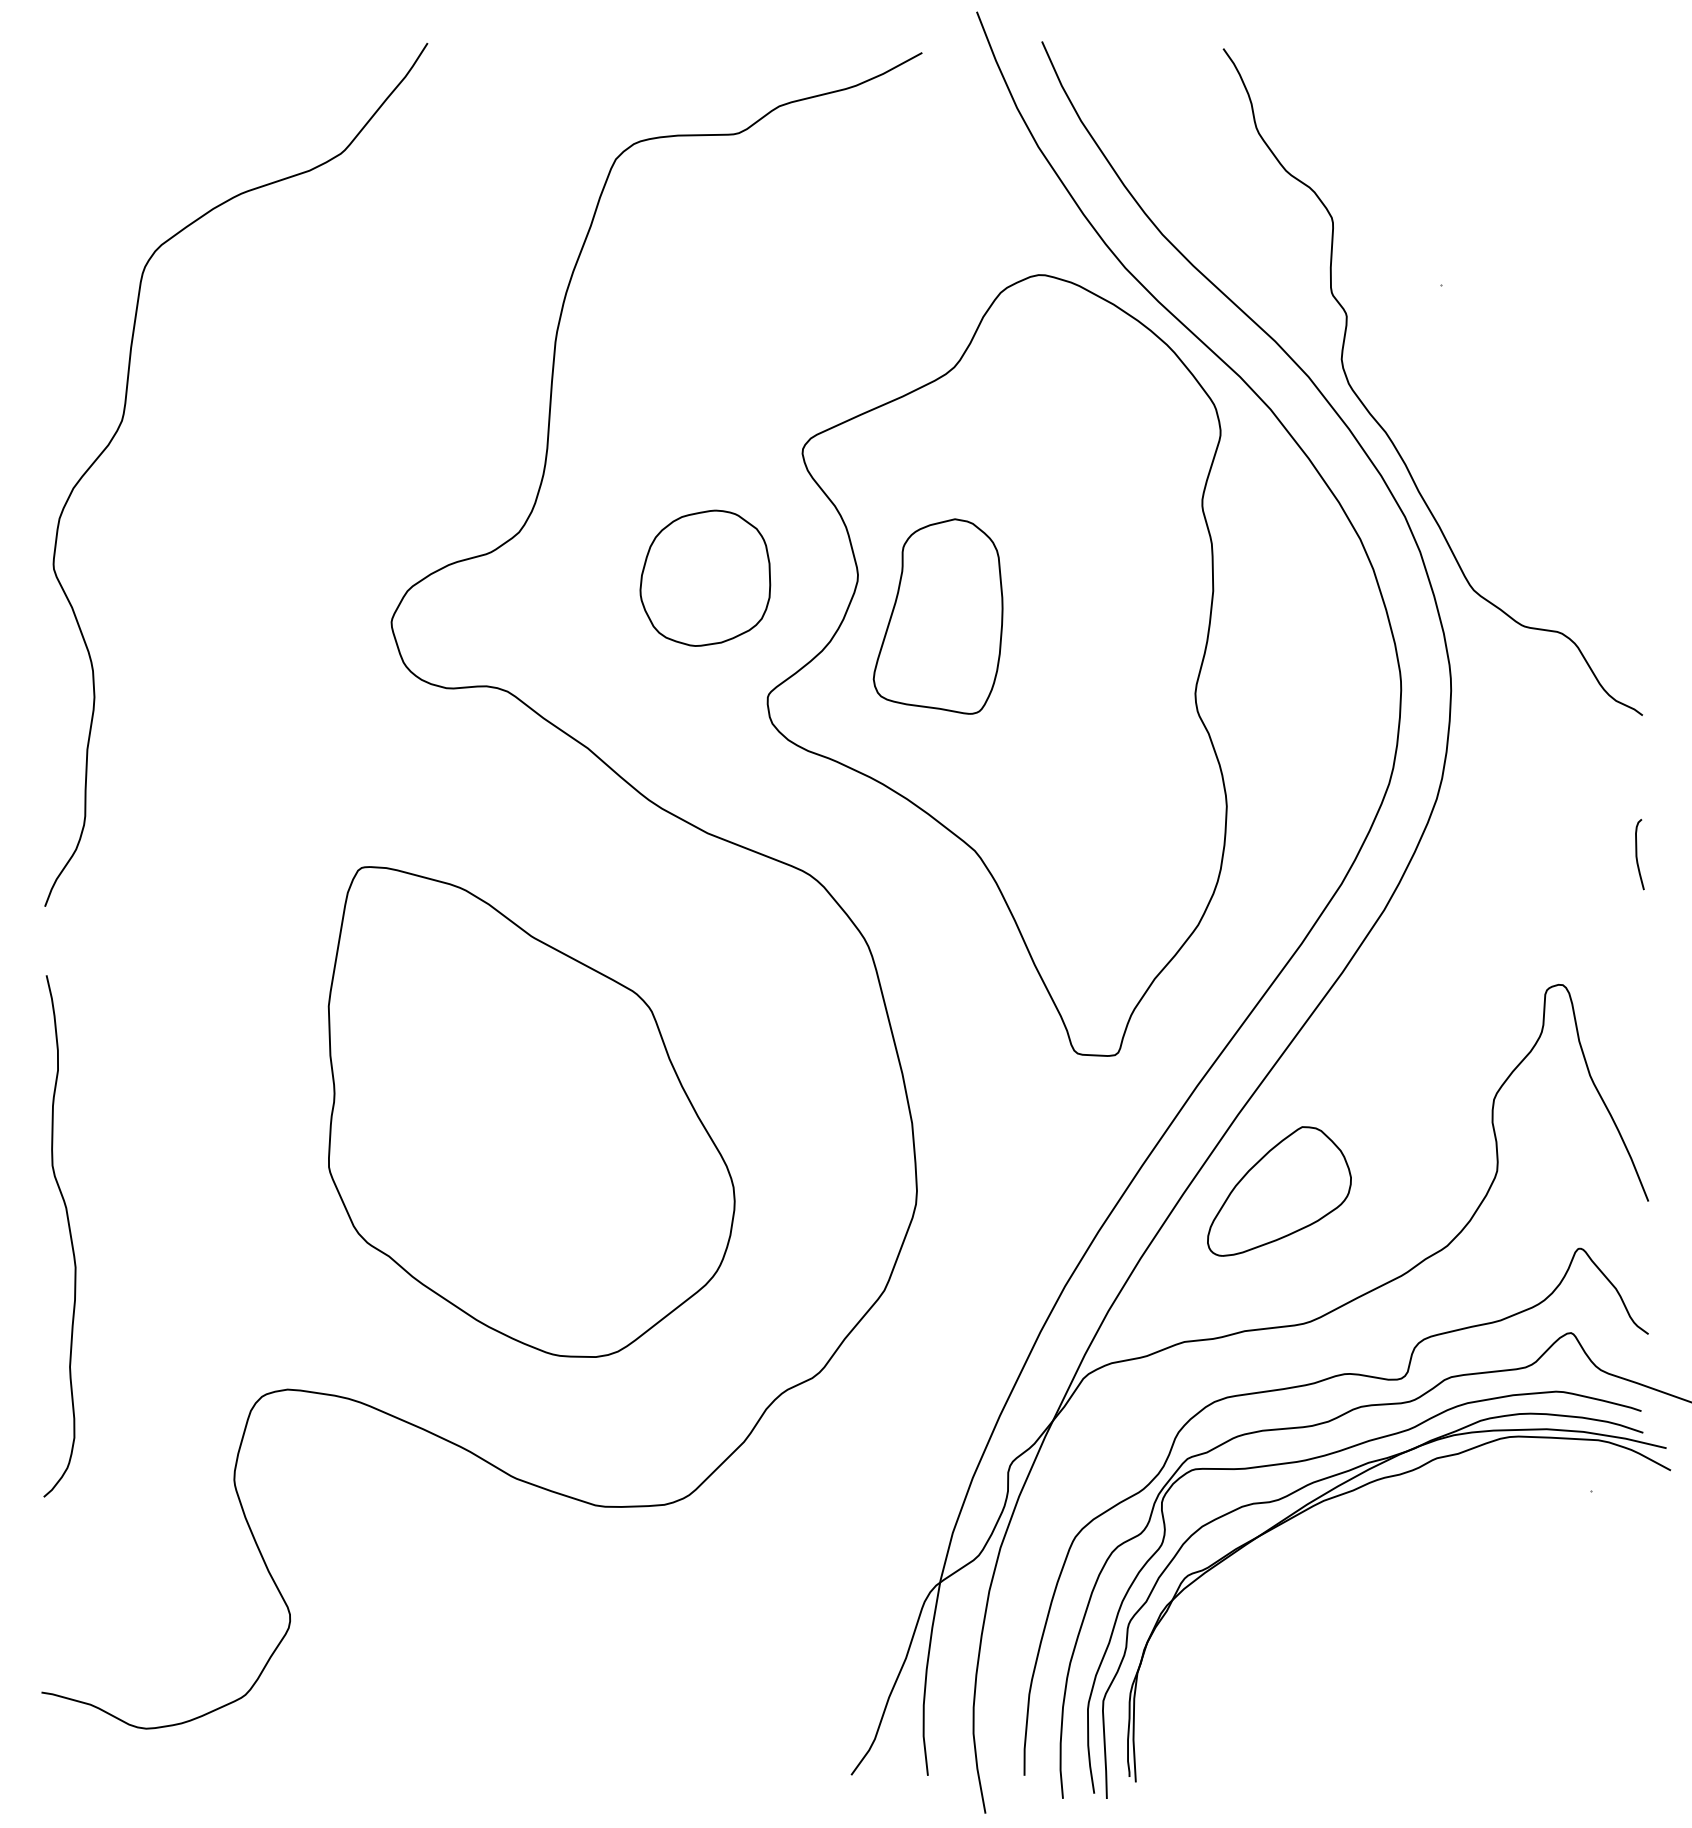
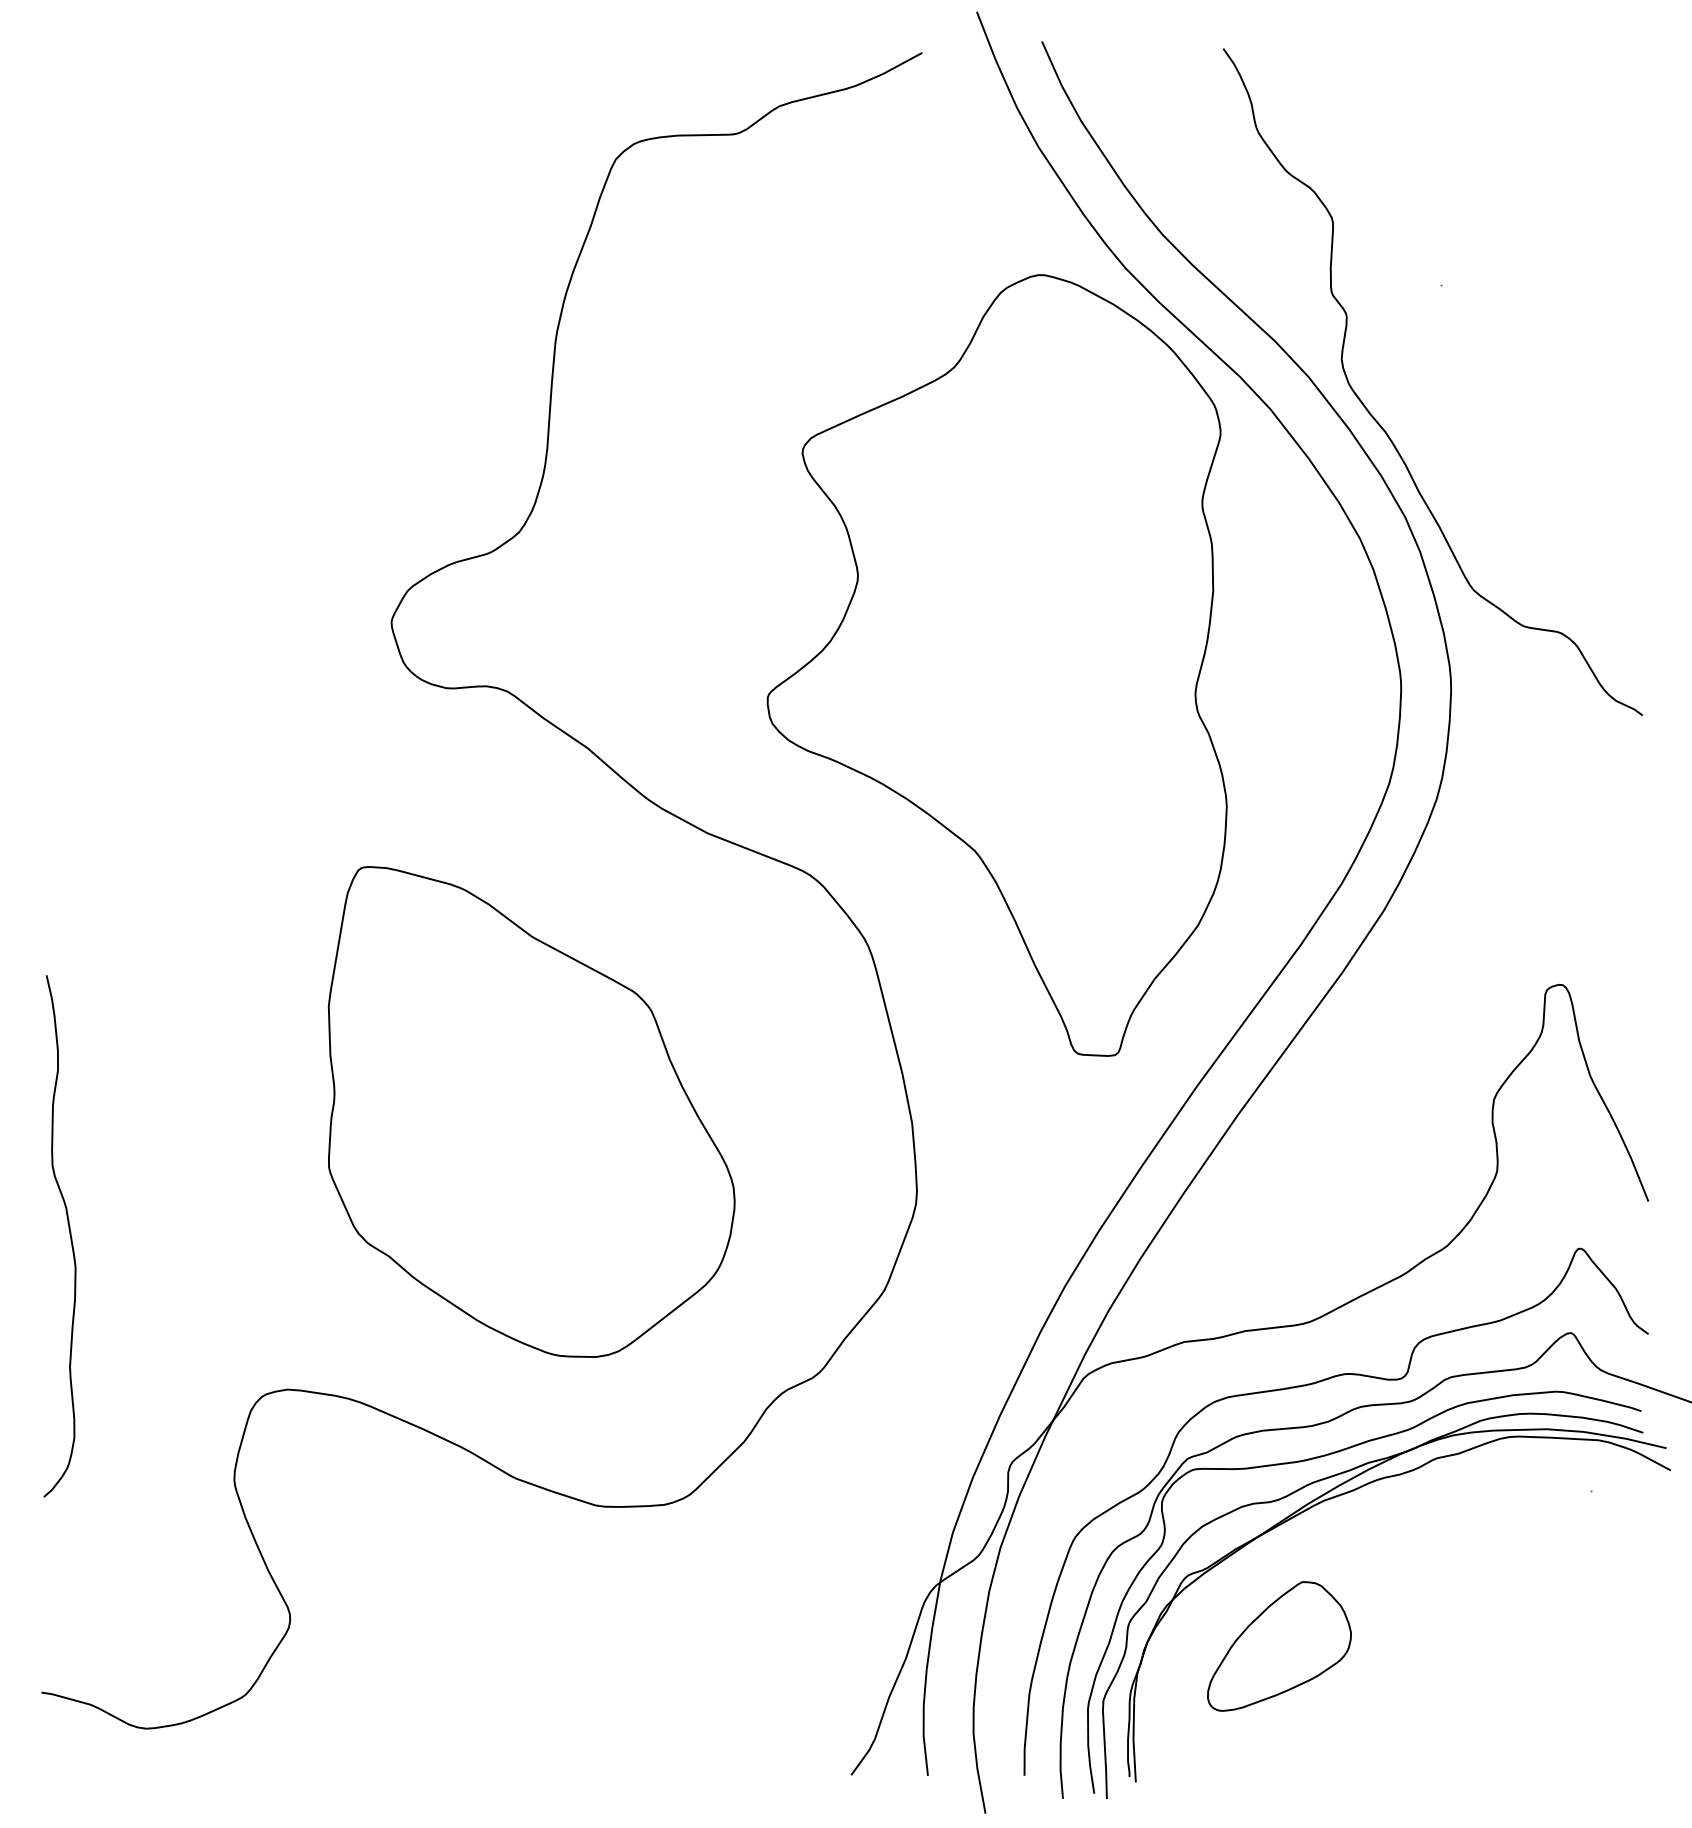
curve at (122, 422): present -> none
part at (705, 577): present -> none
part at (937, 616): present -> none
curve at (1637, 854): present -> none
part at (1279, 1191) position: (1279, 1191) -> (1279, 1646)
